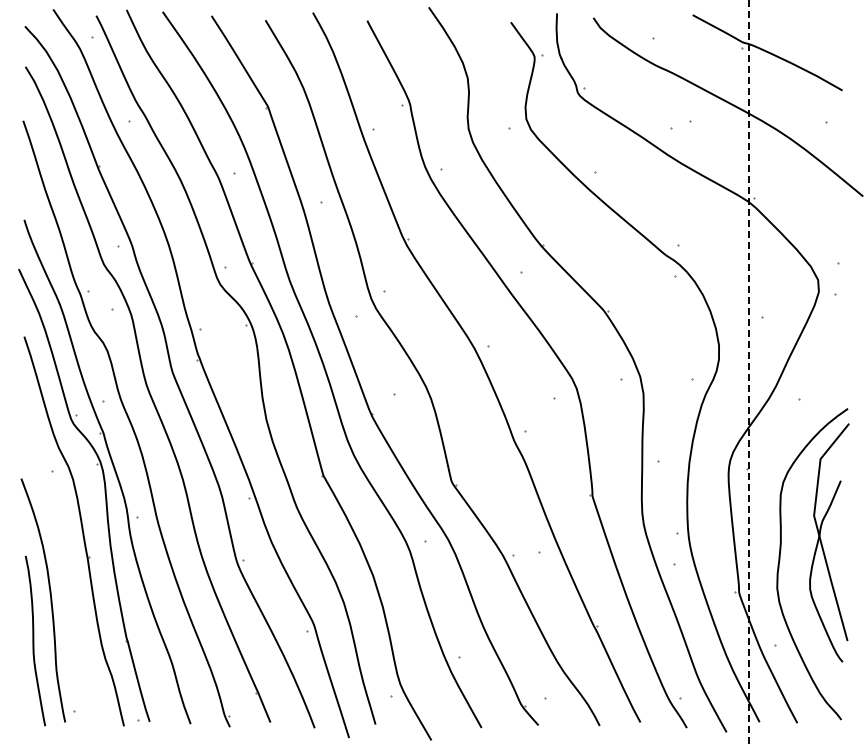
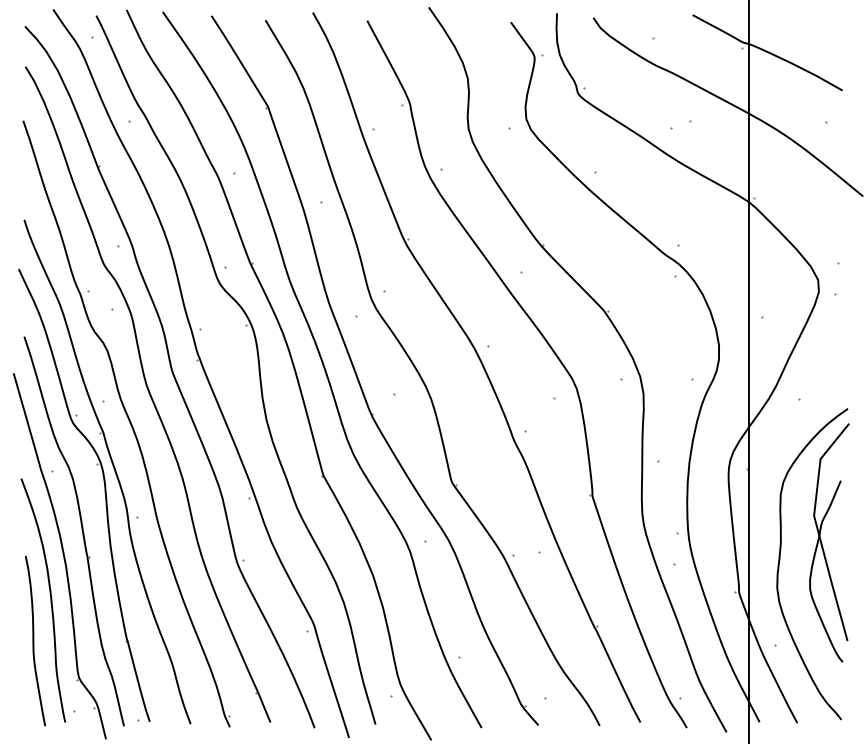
line at (748, 372): dashed -> solid
part at (59, 556): none -> present
